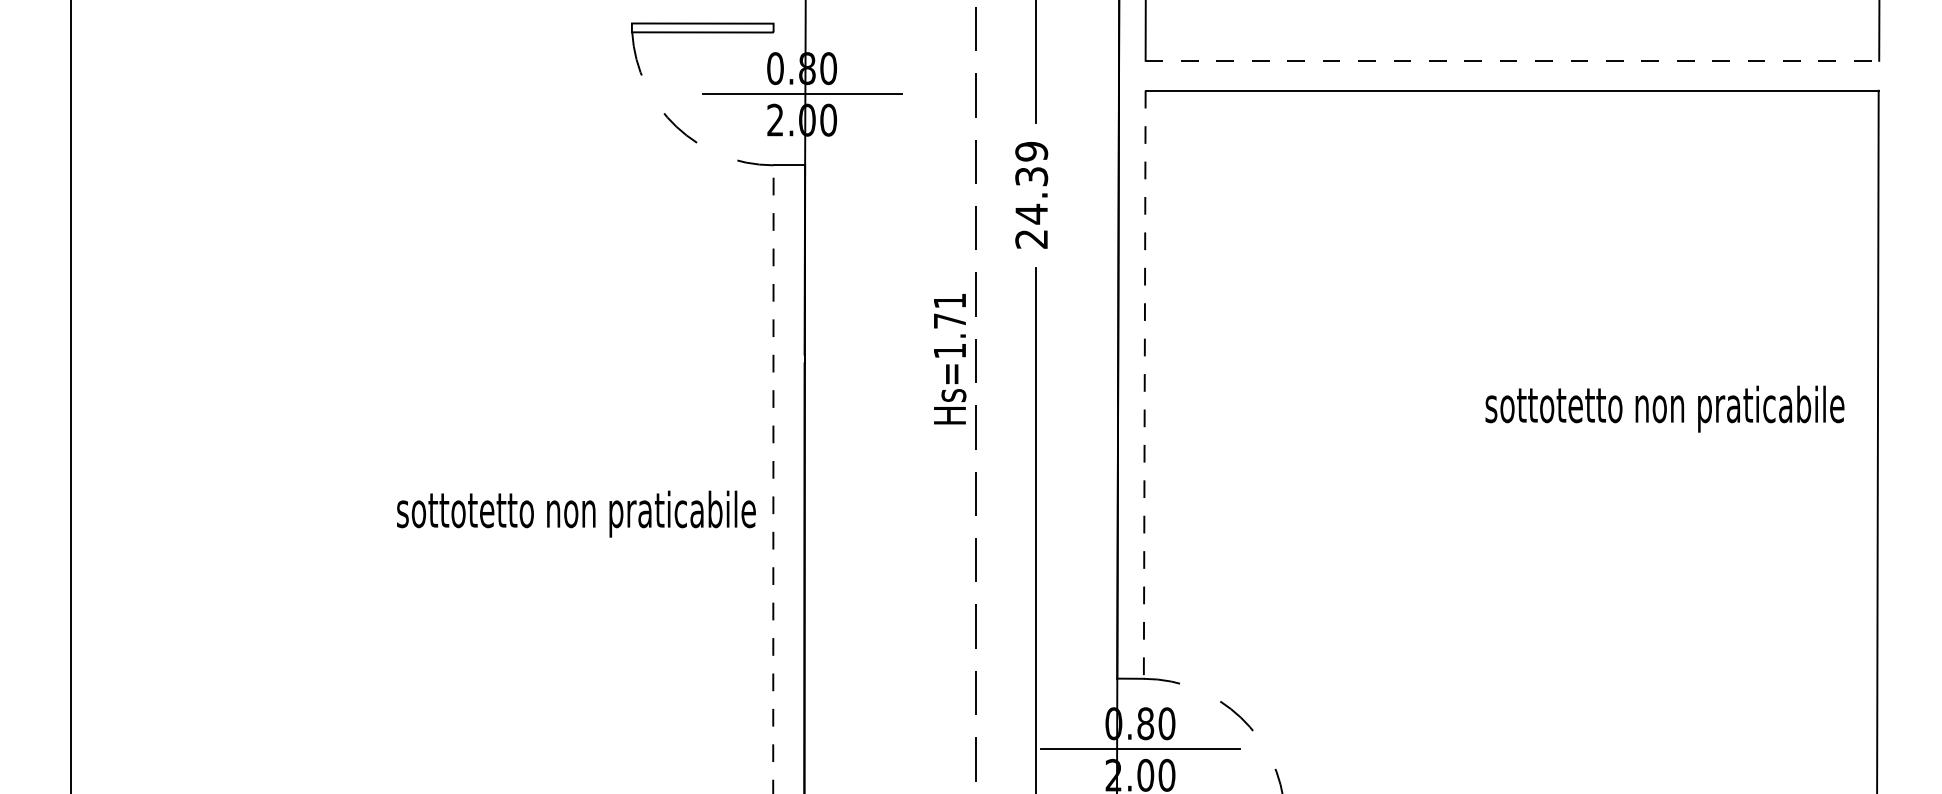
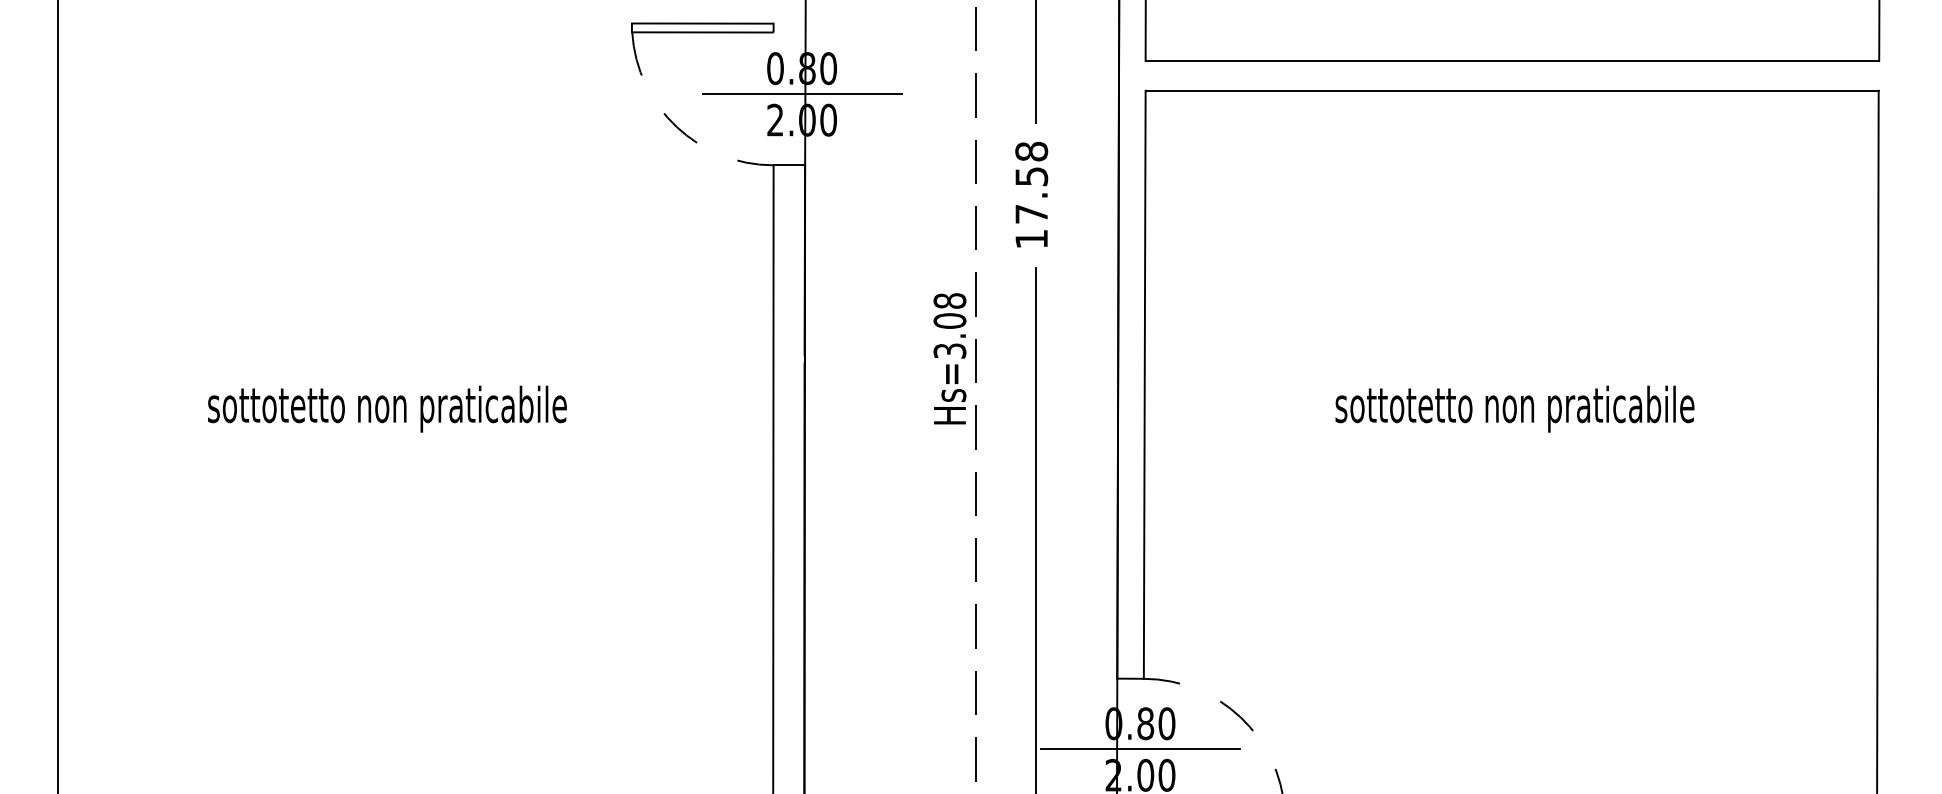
line at (1512, 60): dashed -> solid
text at (1031, 194): 24.39 -> 17.58
text at (949, 325): Hs=1.71 -> Hs=3.08
line at (1144, 385): dashed -> solid
line at (71, 396) position: (71, 396) -> (58, 396)
text at (1664, 408) position: (1664, 408) -> (1514, 408)
line at (773, 479): dashed -> solid
text at (576, 513) position: (576, 513) -> (387, 408)
